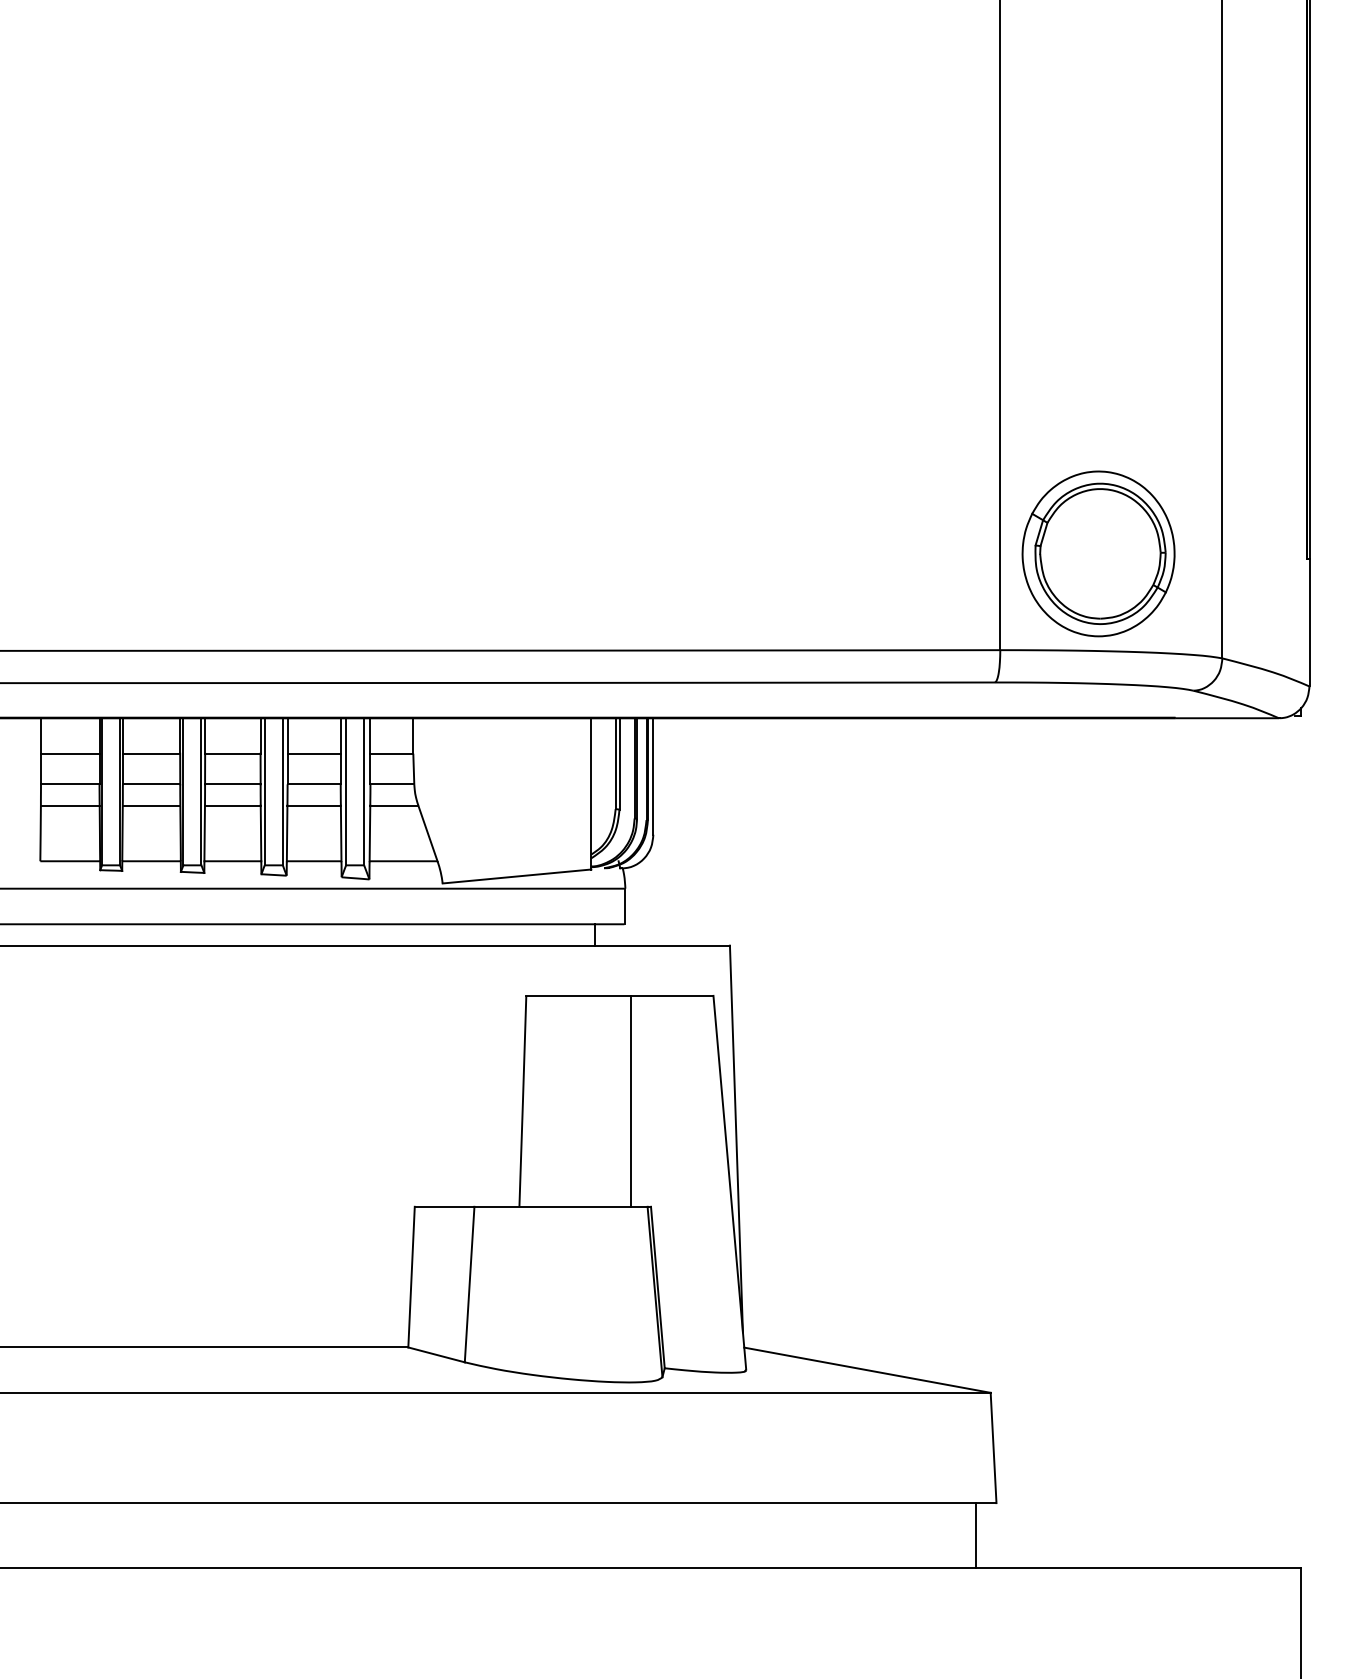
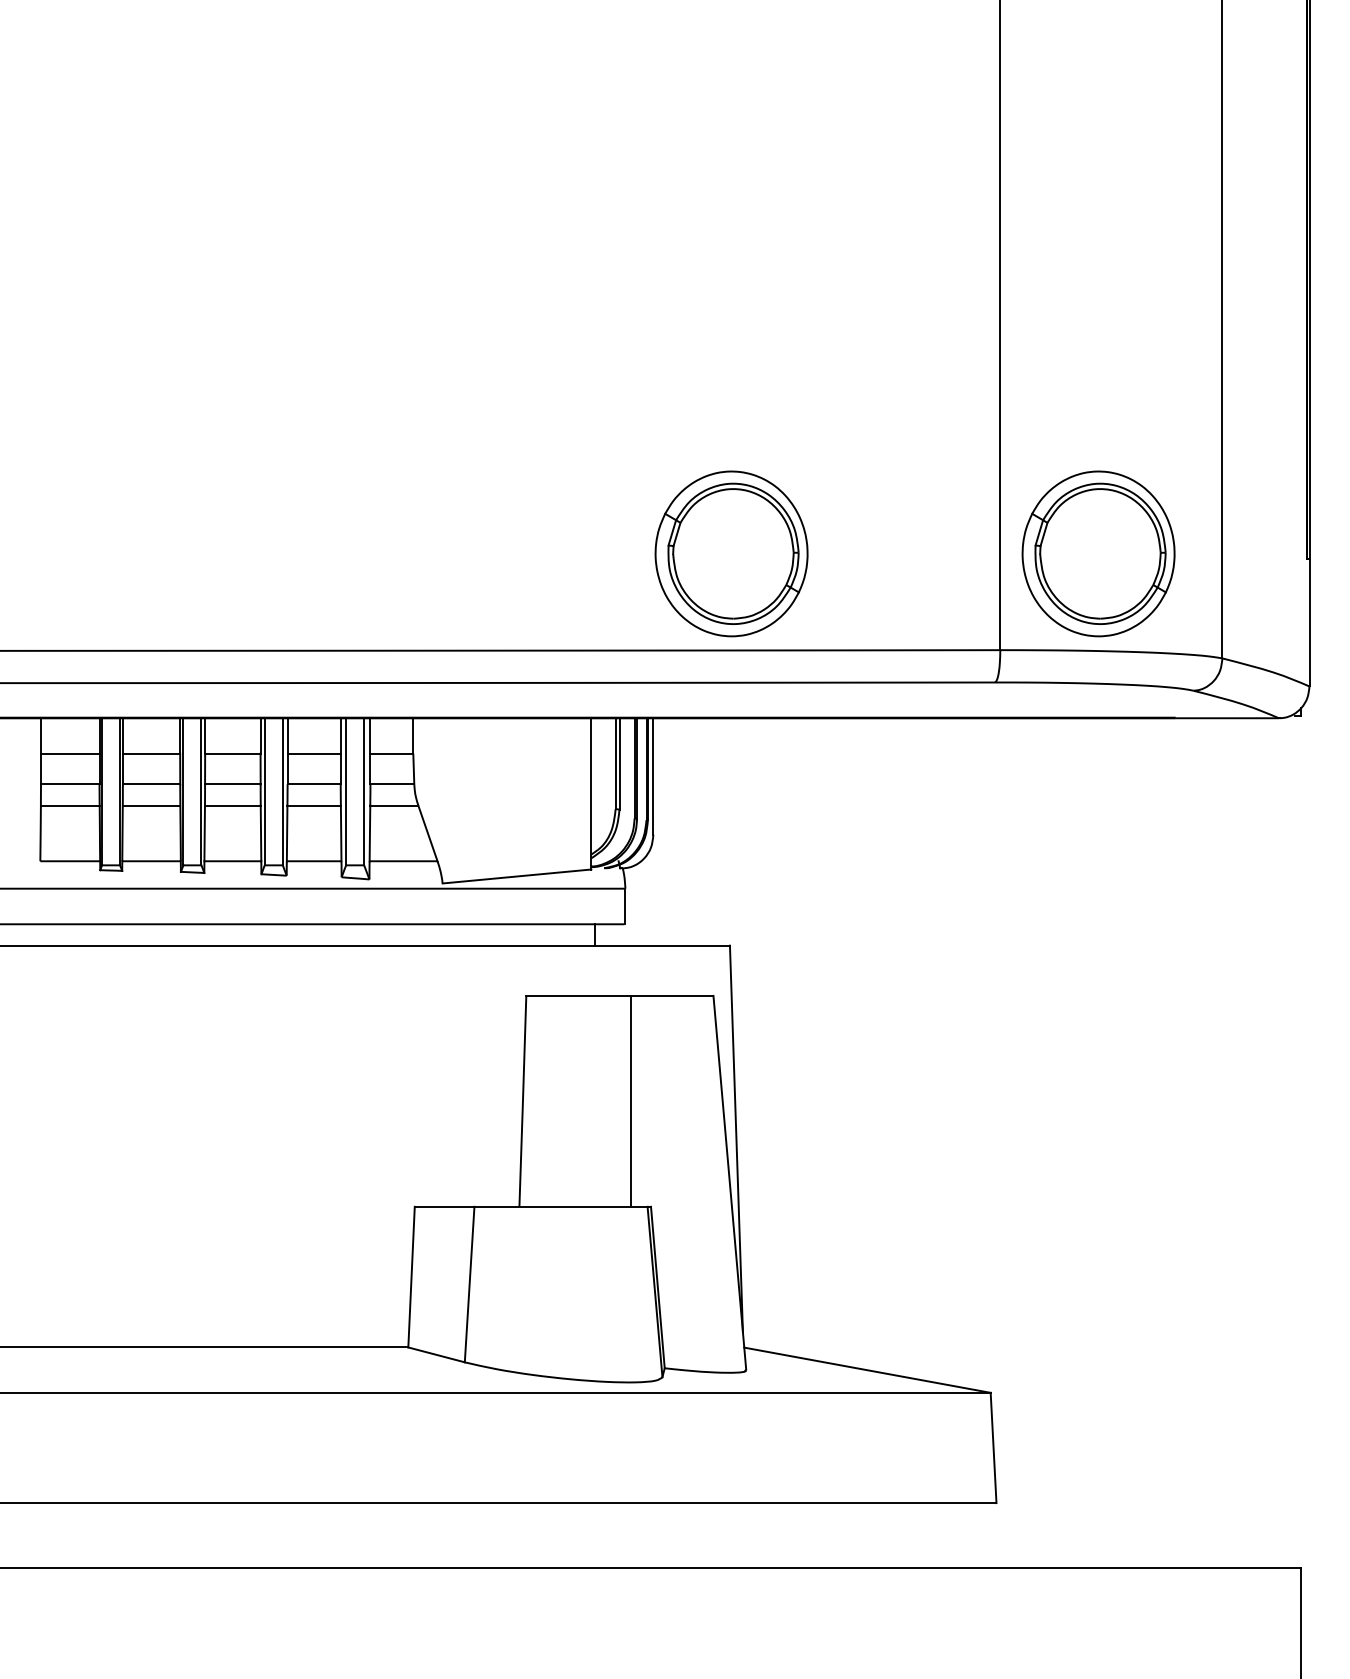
part at (731, 553): none -> present
line at (976, 1535): present -> none
